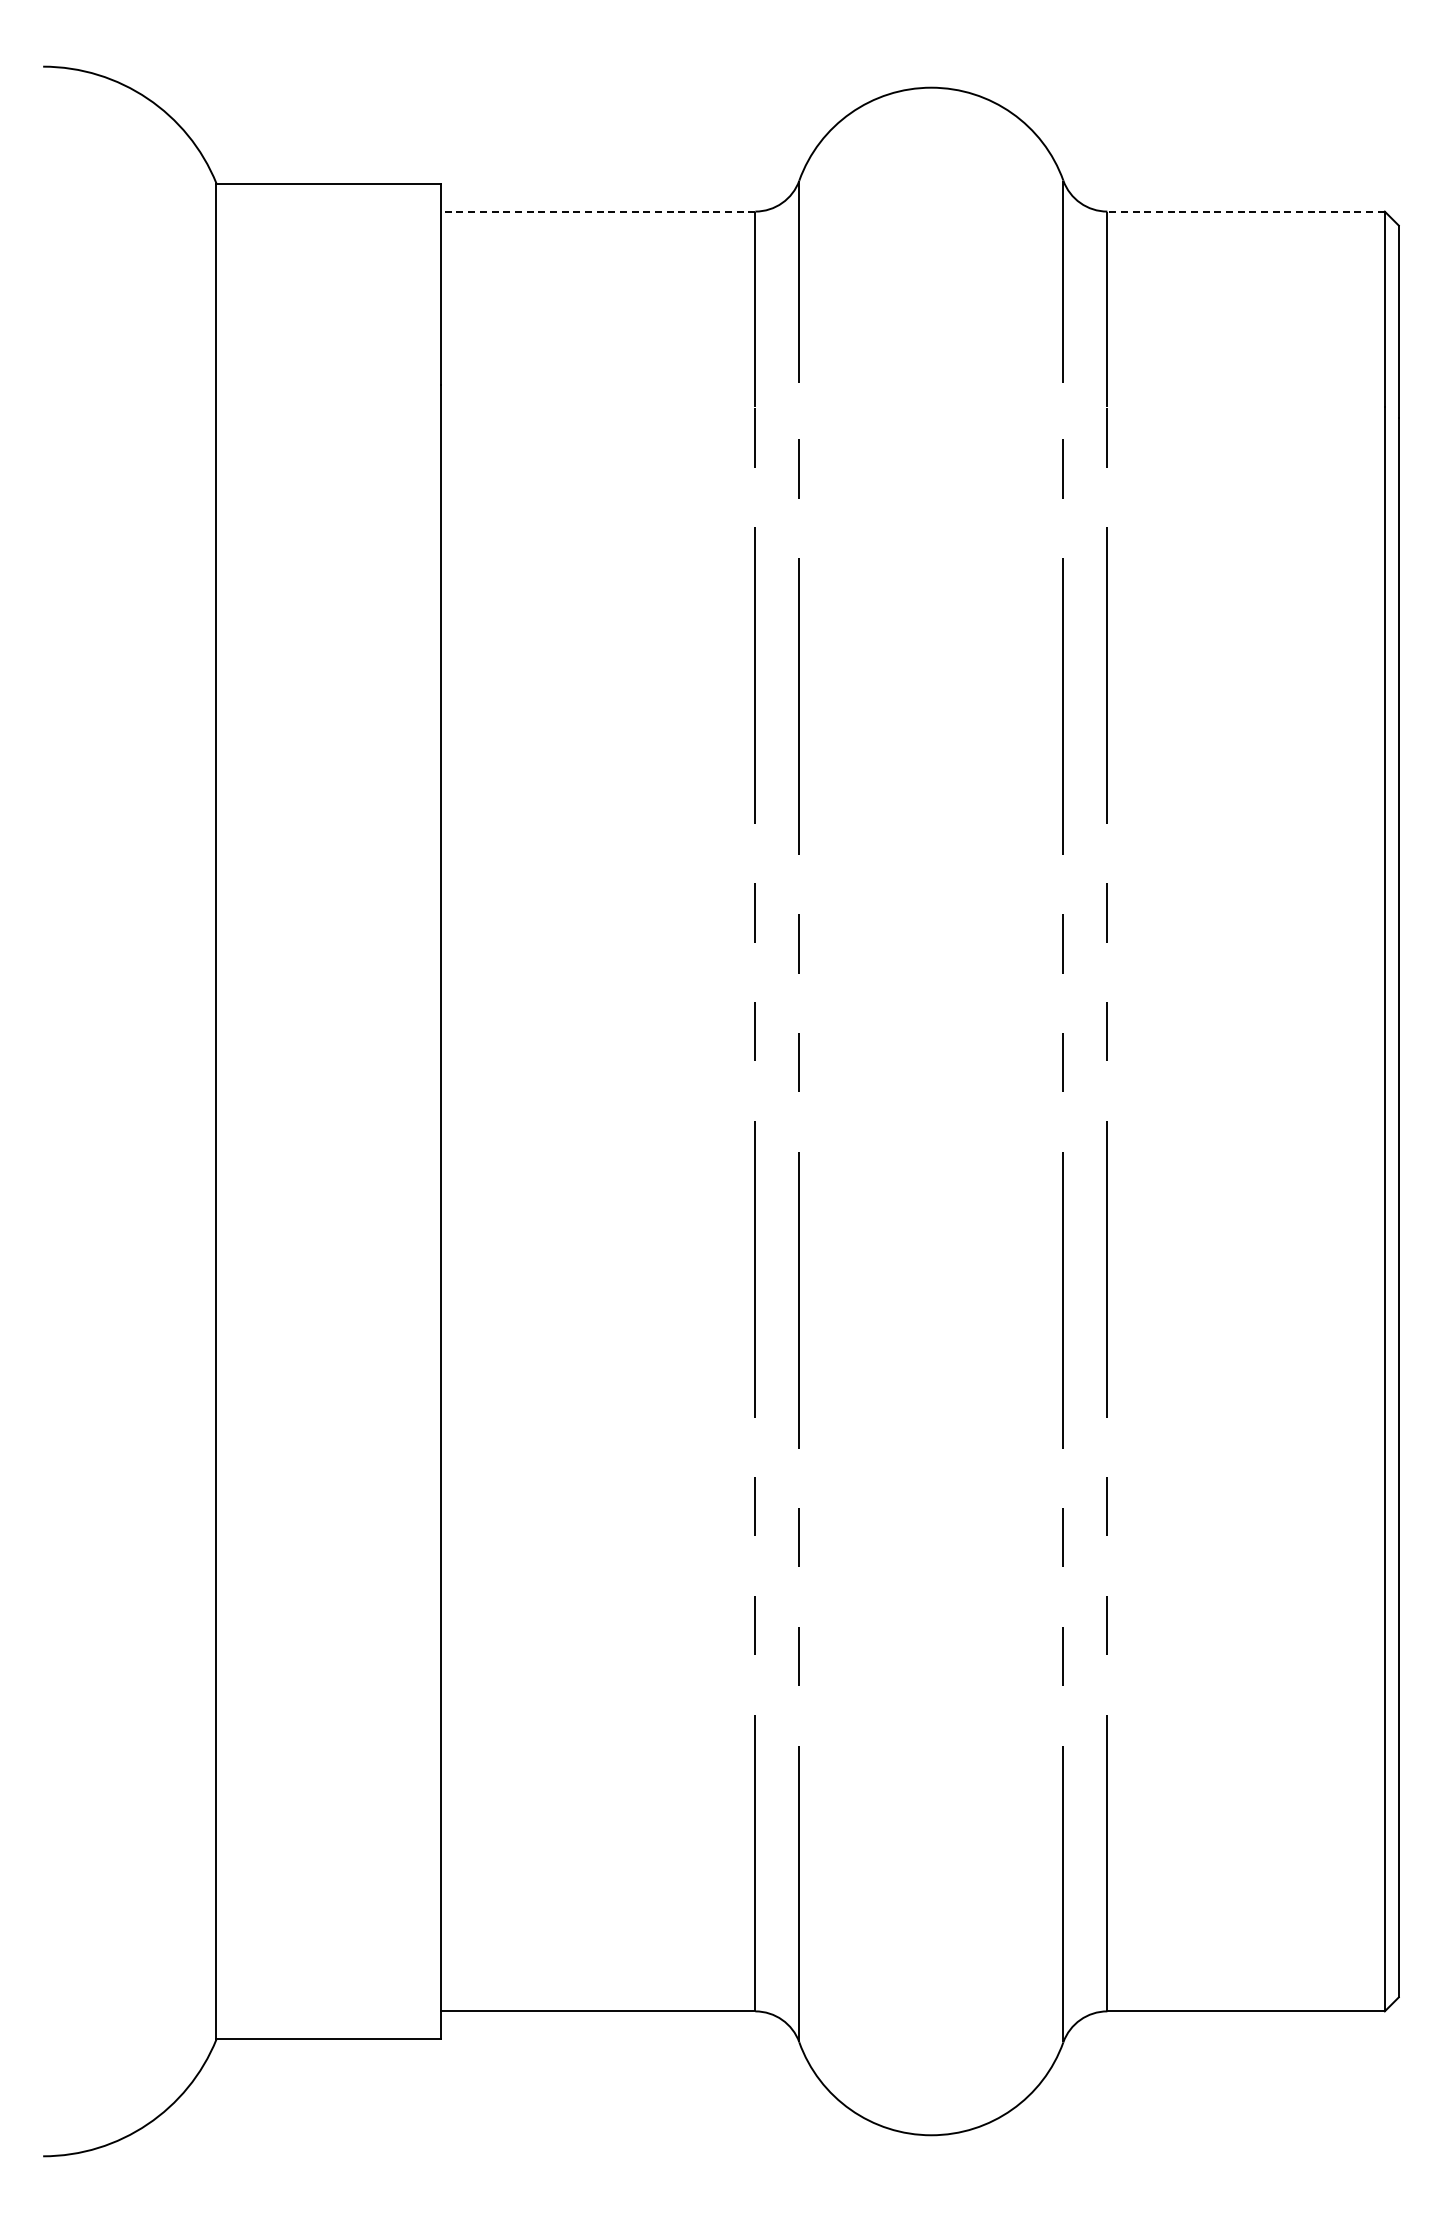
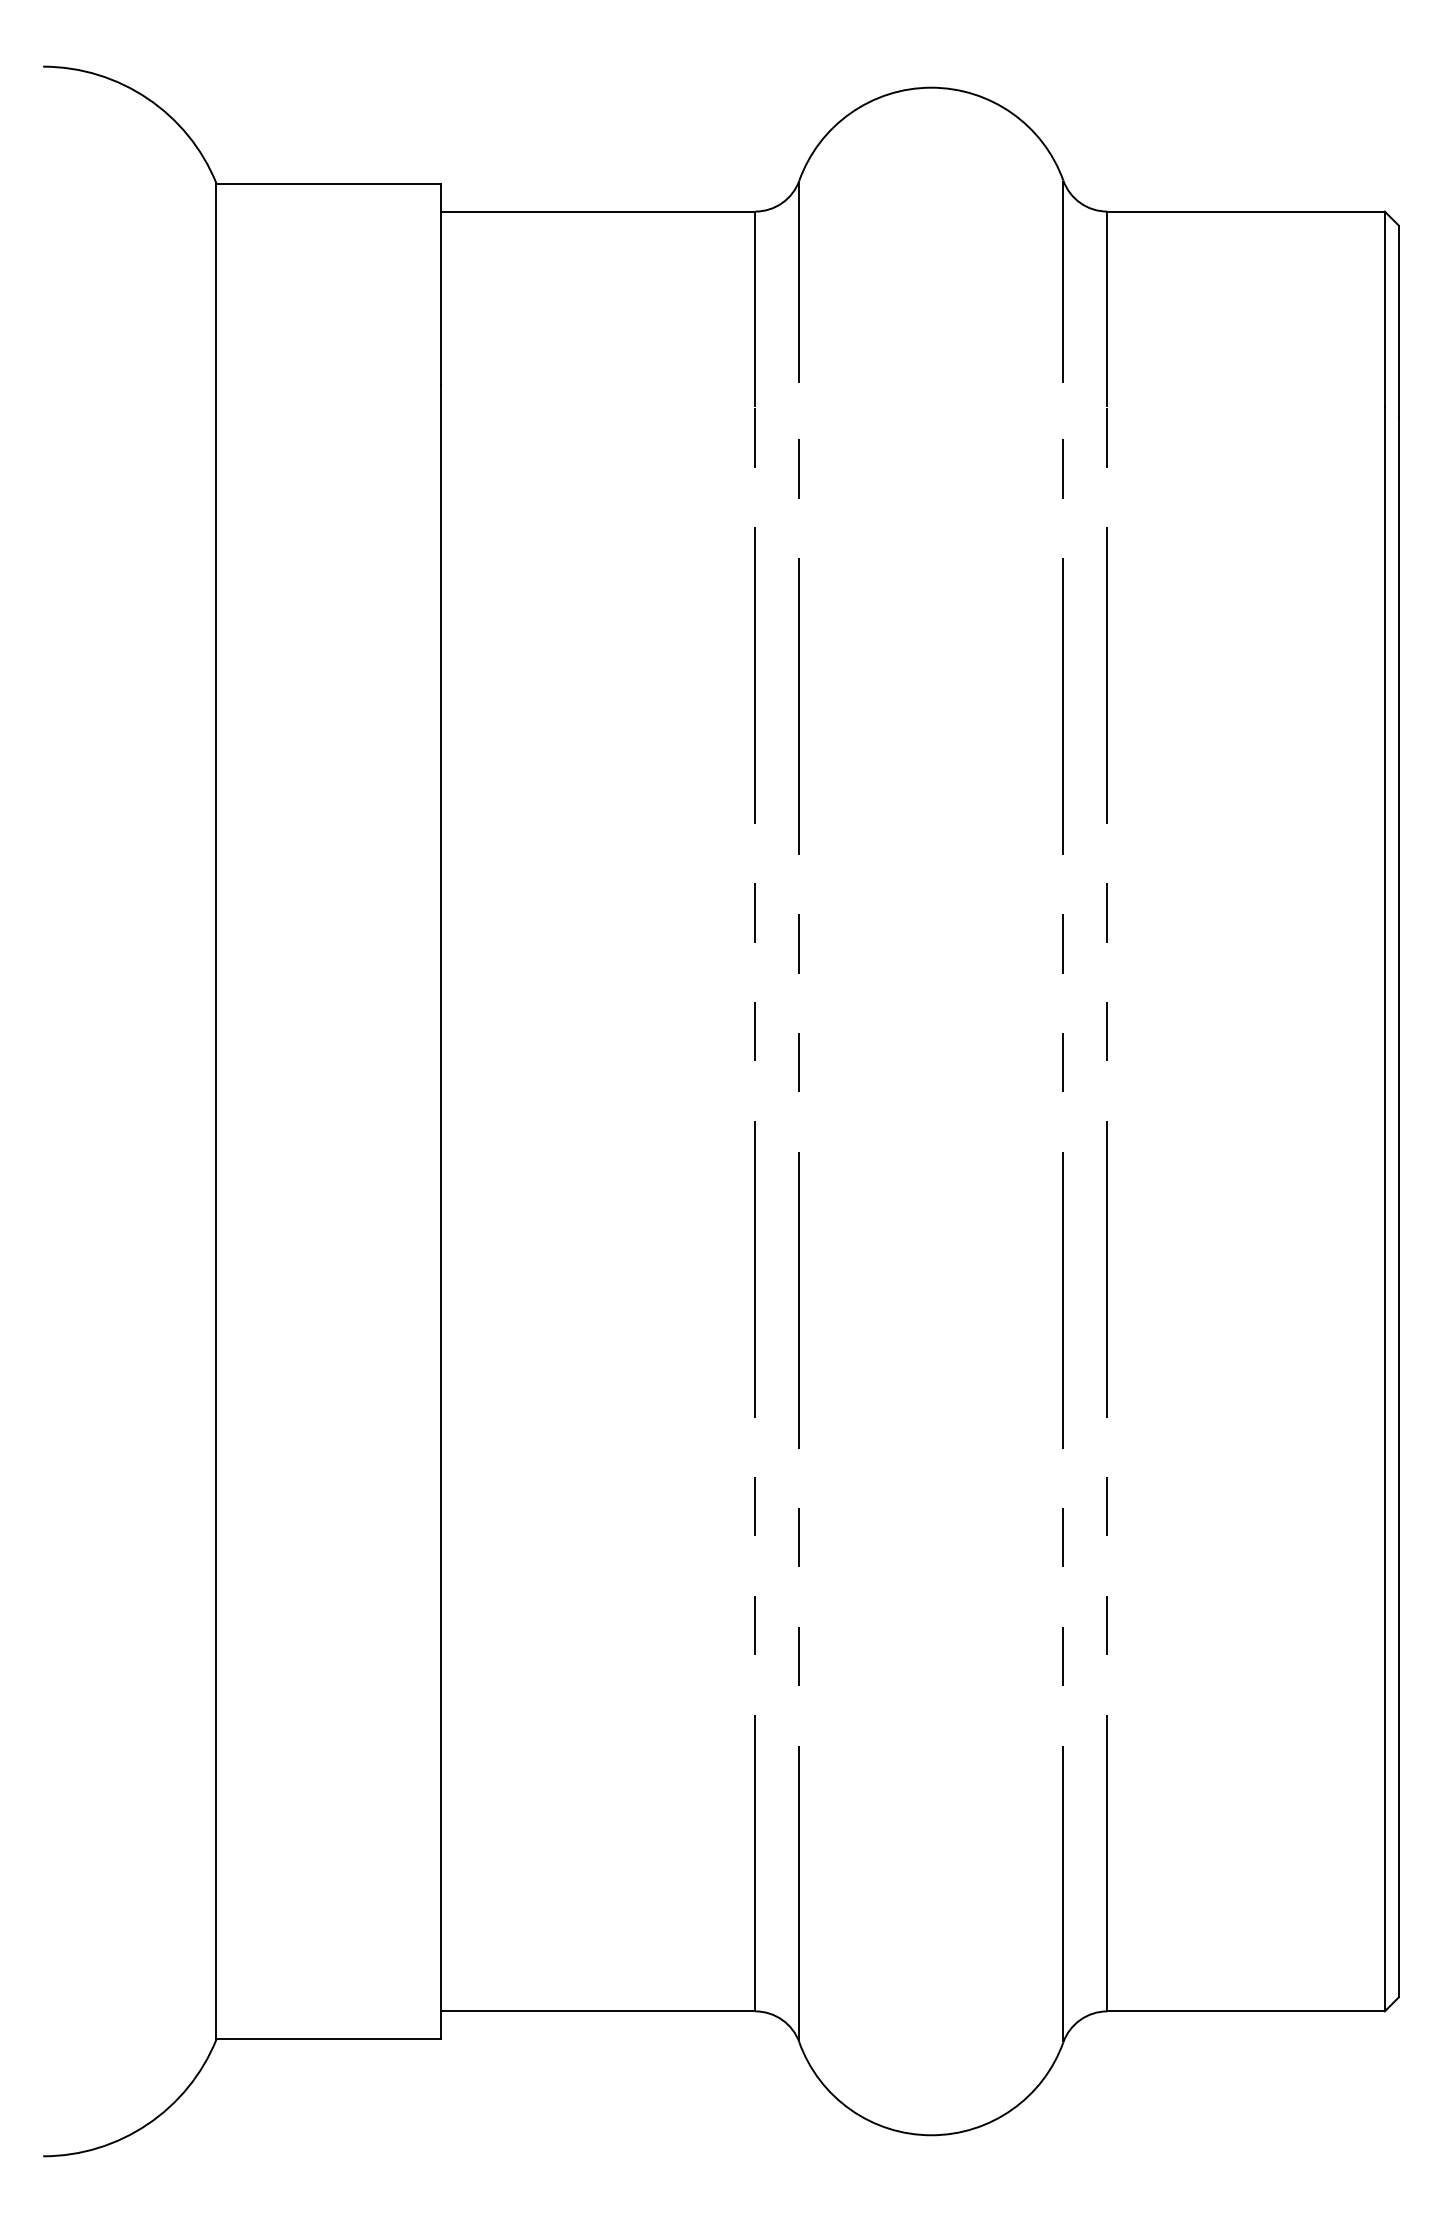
line at (597, 211): dashed -> solid
line at (1246, 211): dashed -> solid
